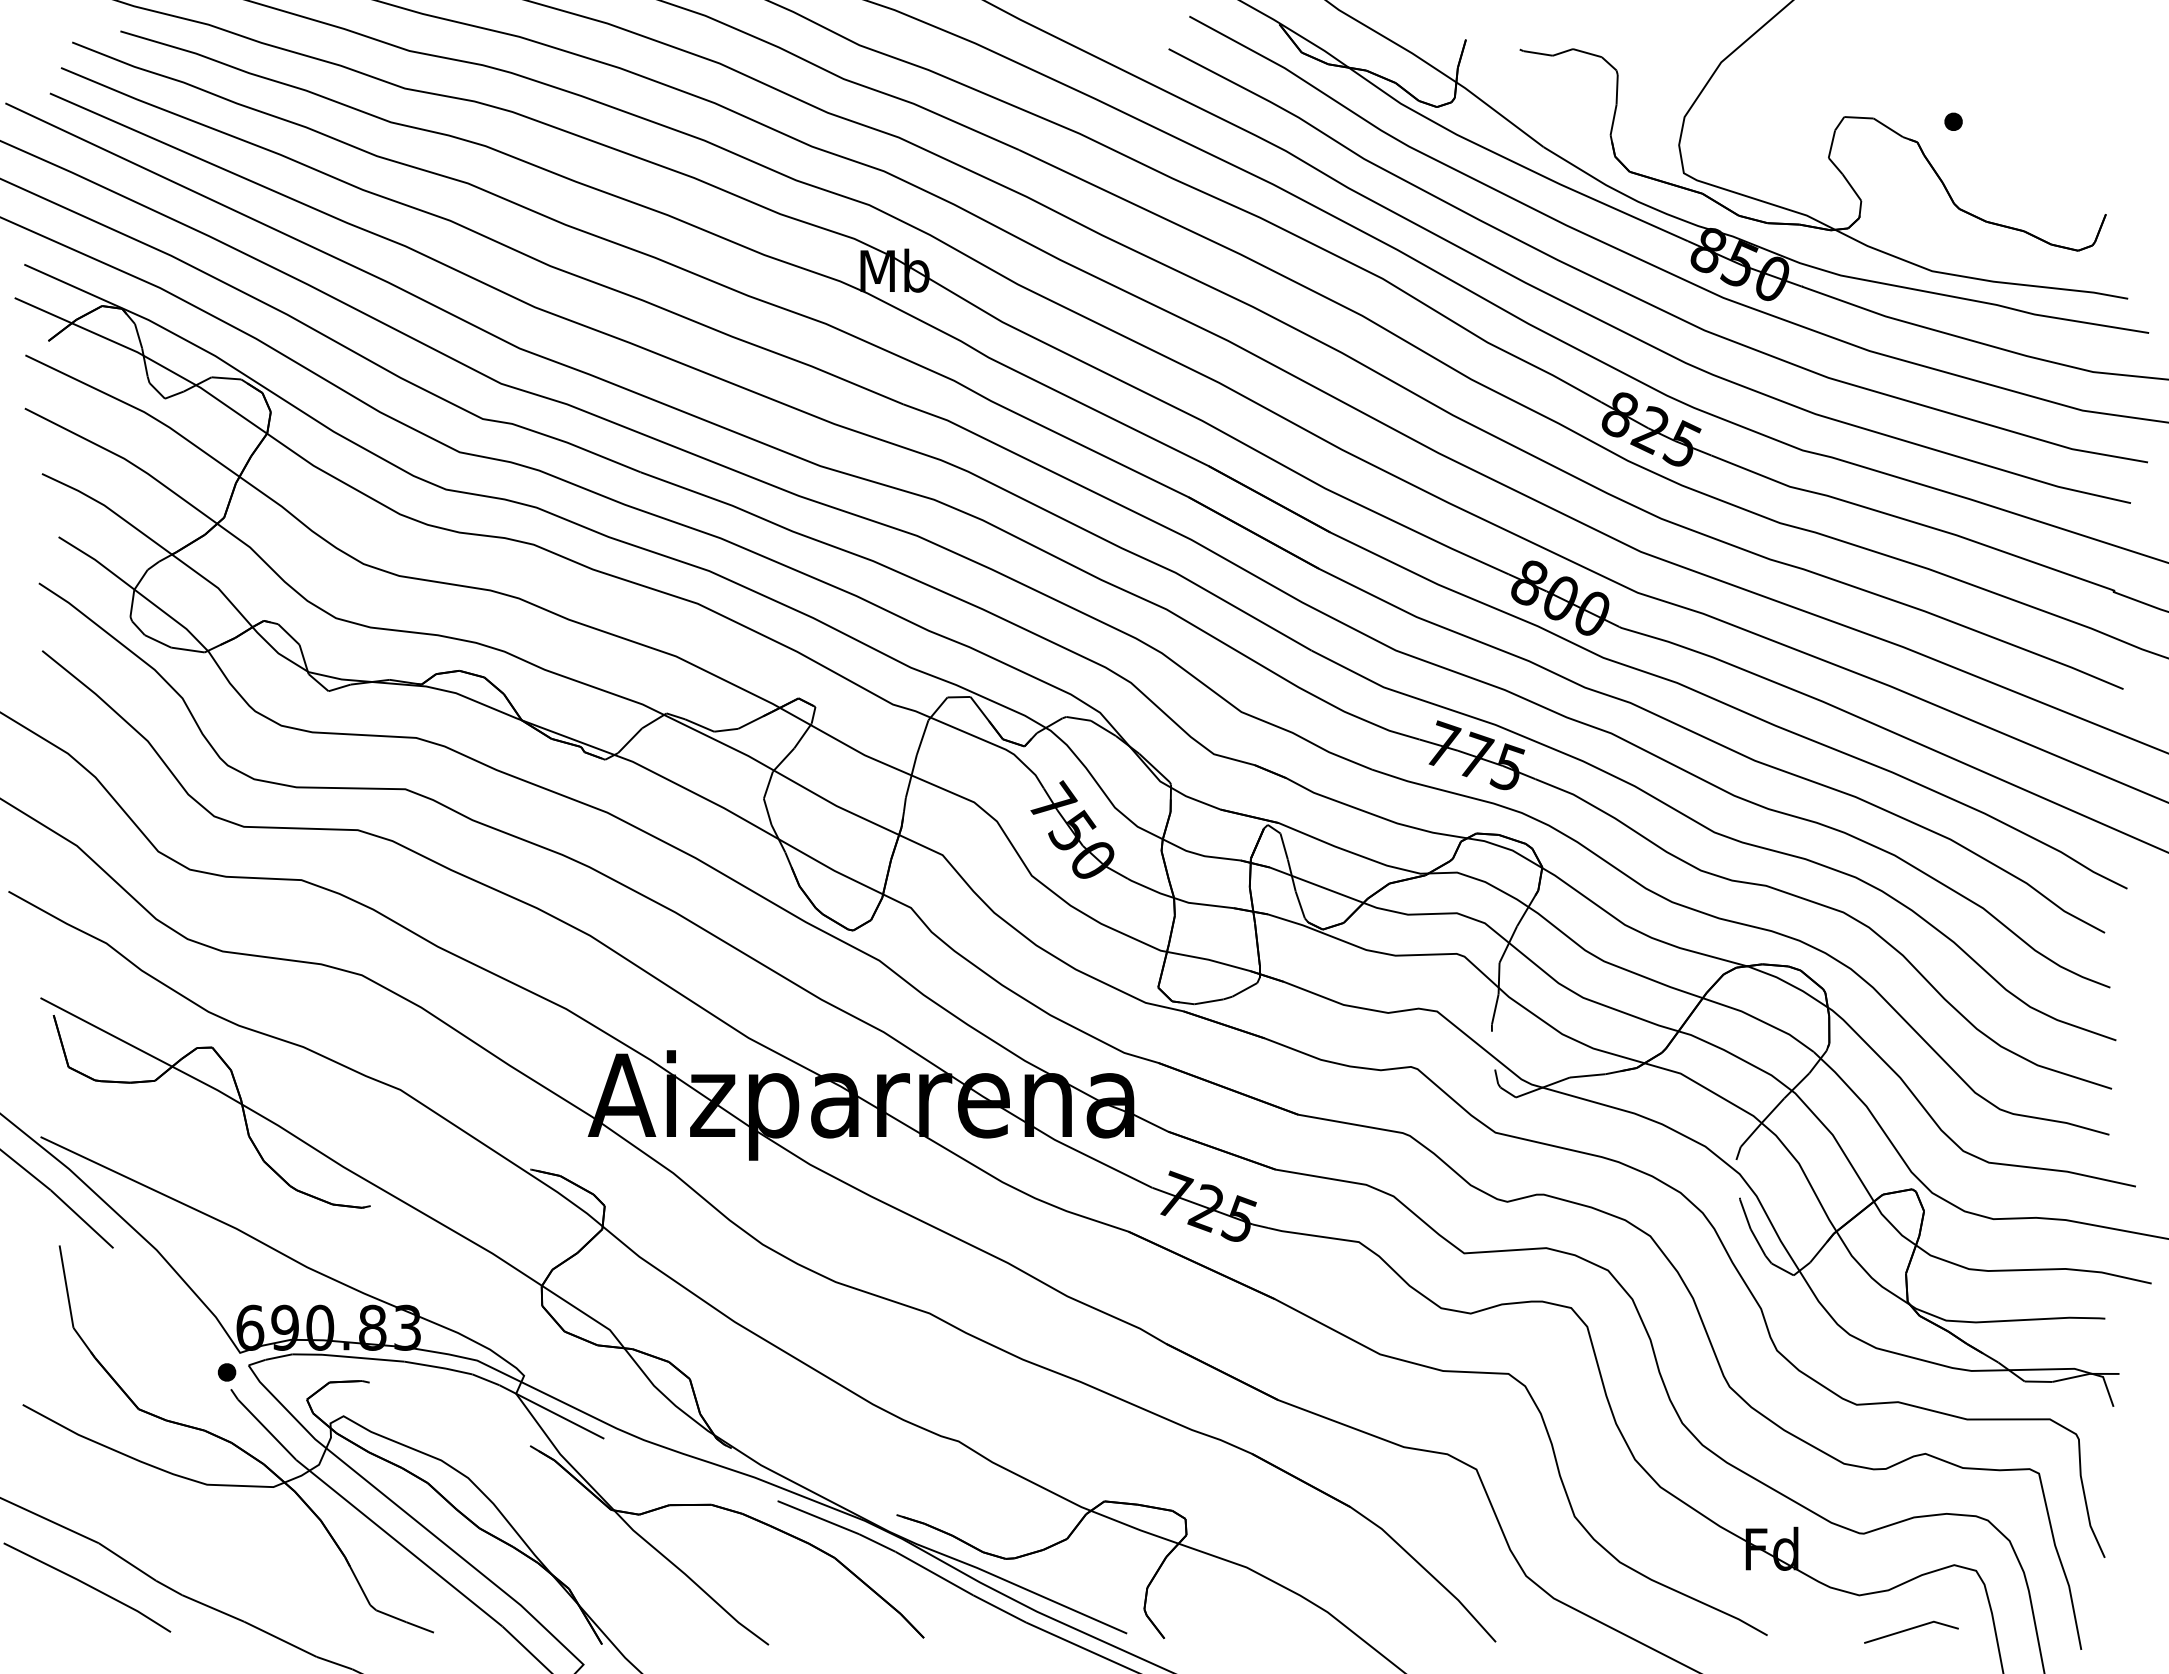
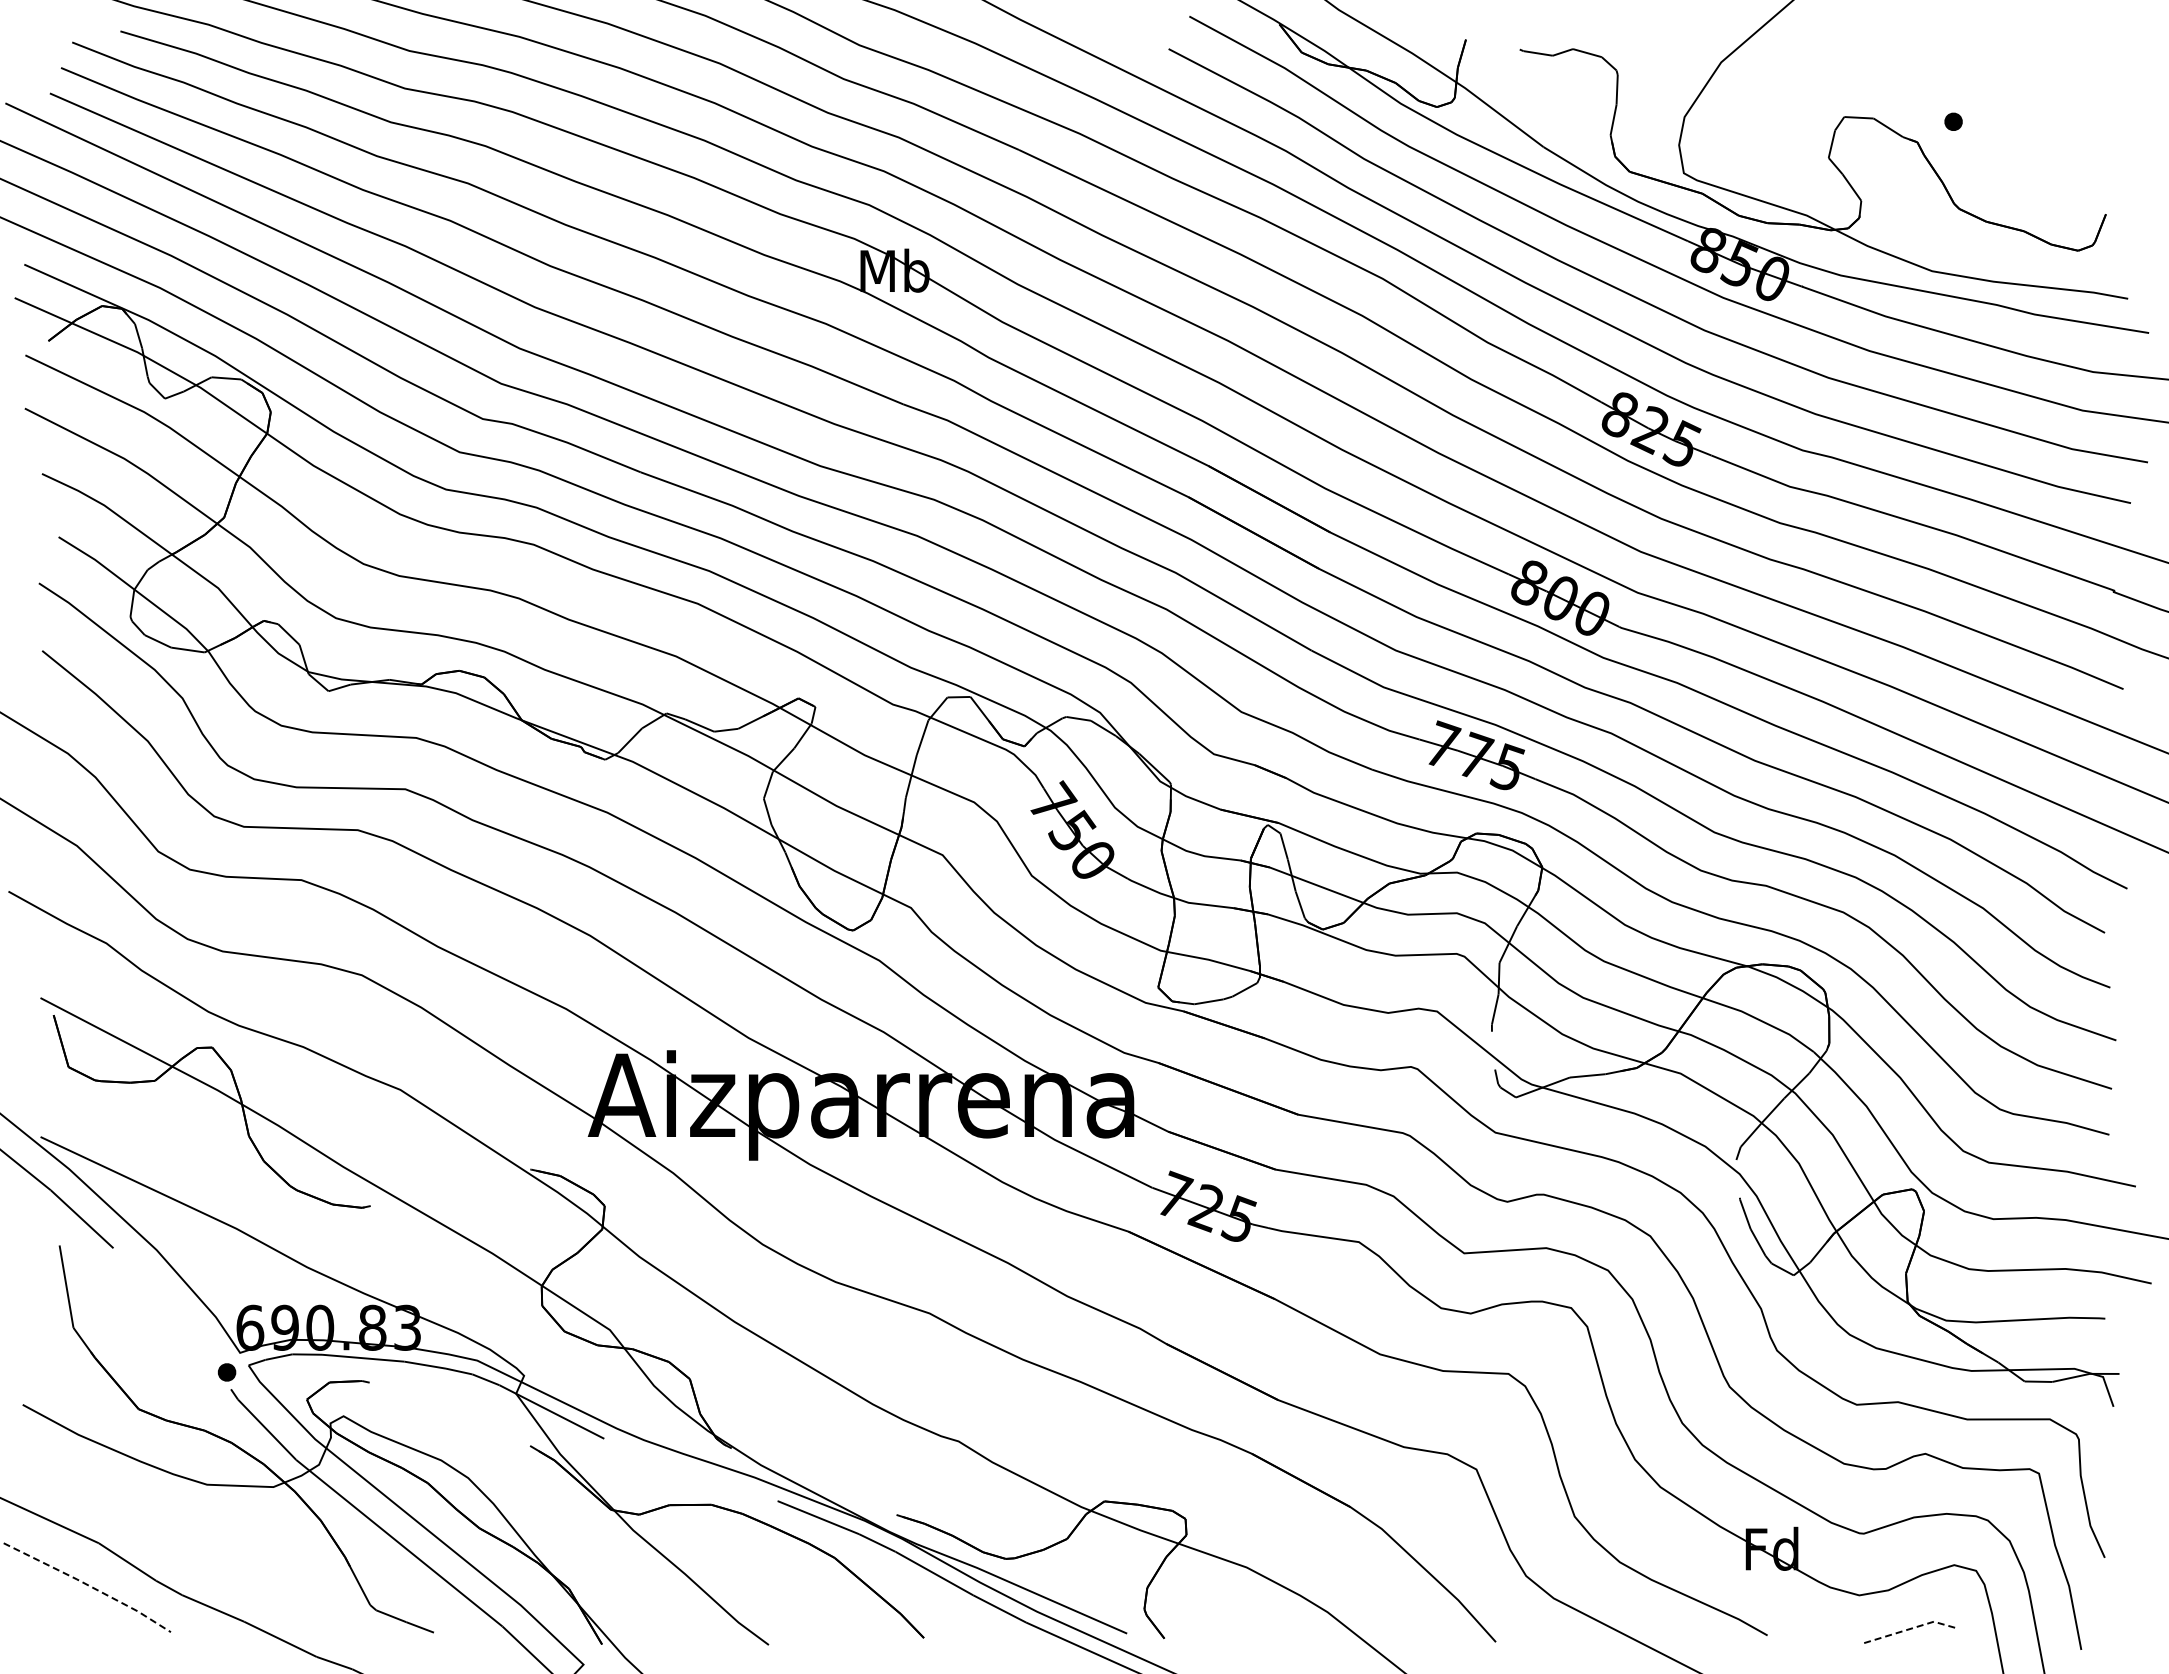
line at (89, 1585): solid -> dashed
line at (1911, 1628): solid -> dashed
